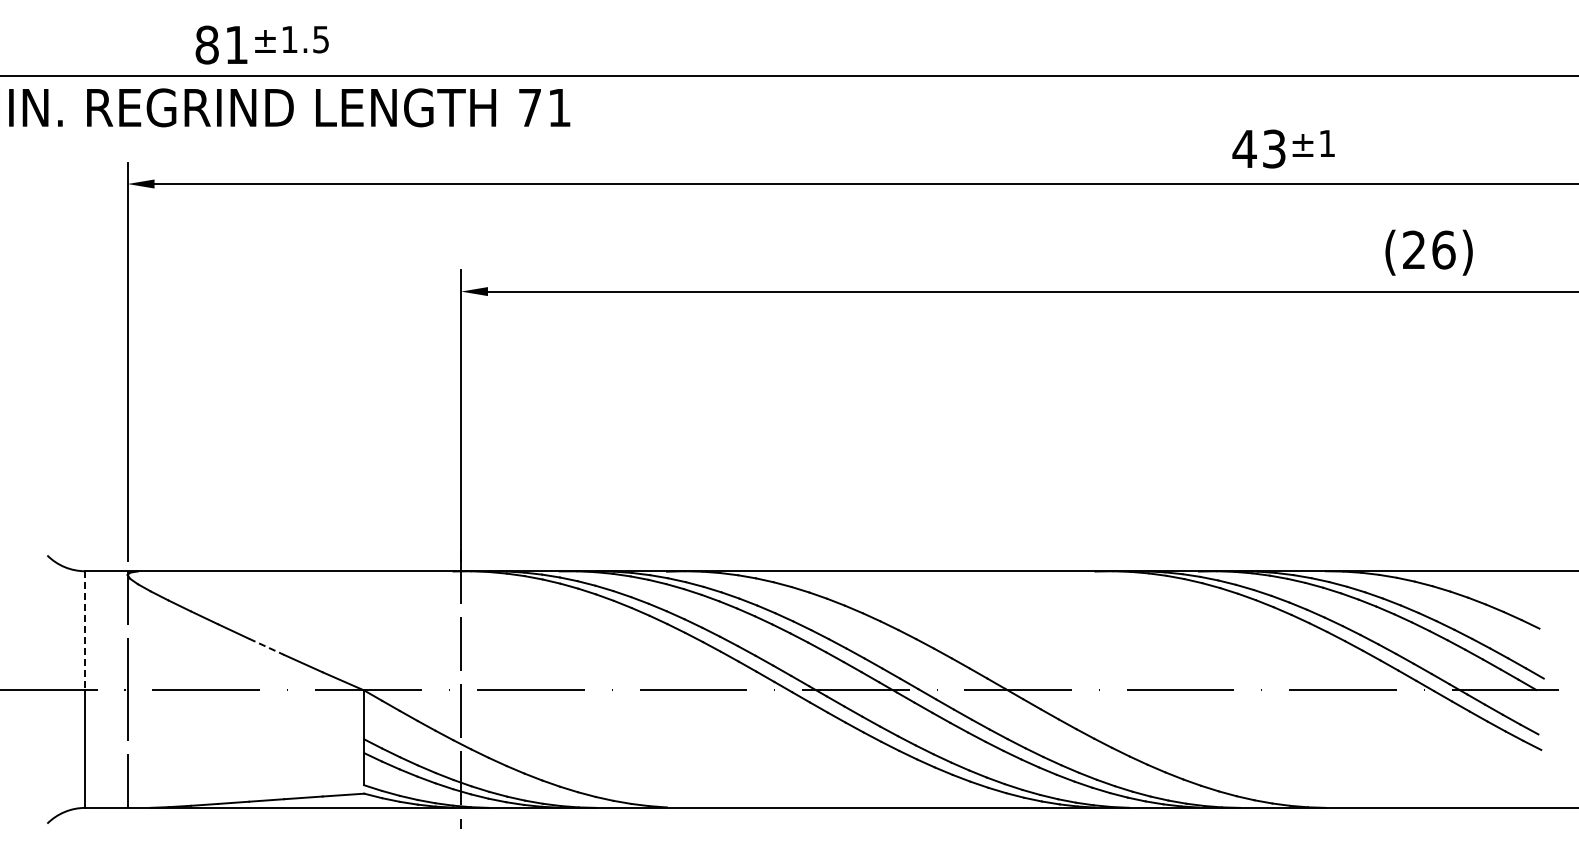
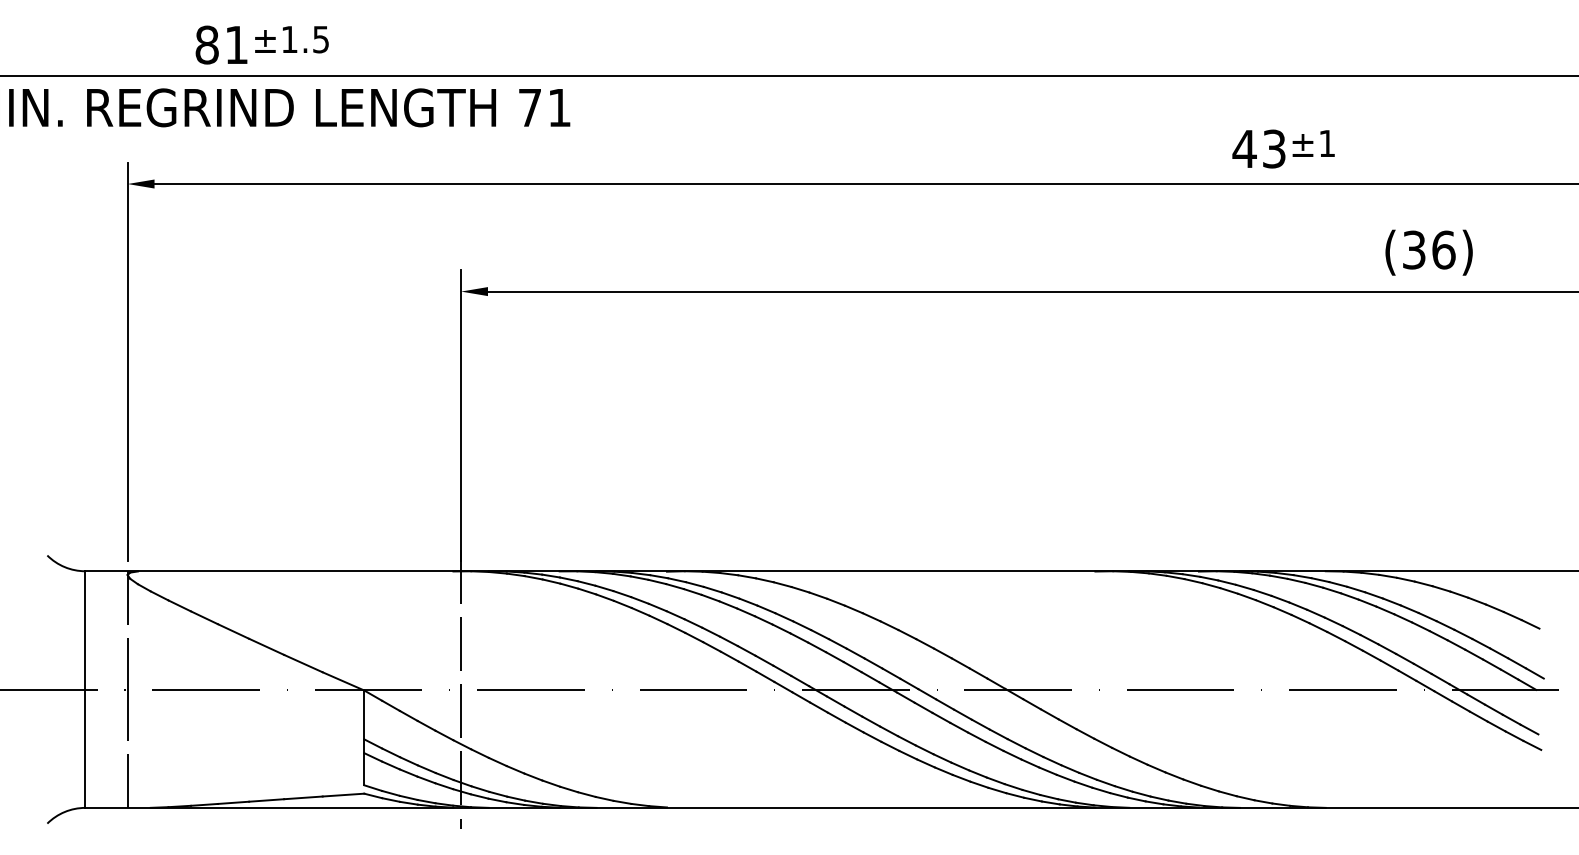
text at (1414, 249): (26) -> (36)
line at (85, 630): dashed -> solid
line at (267, 647): dashed -> solid
